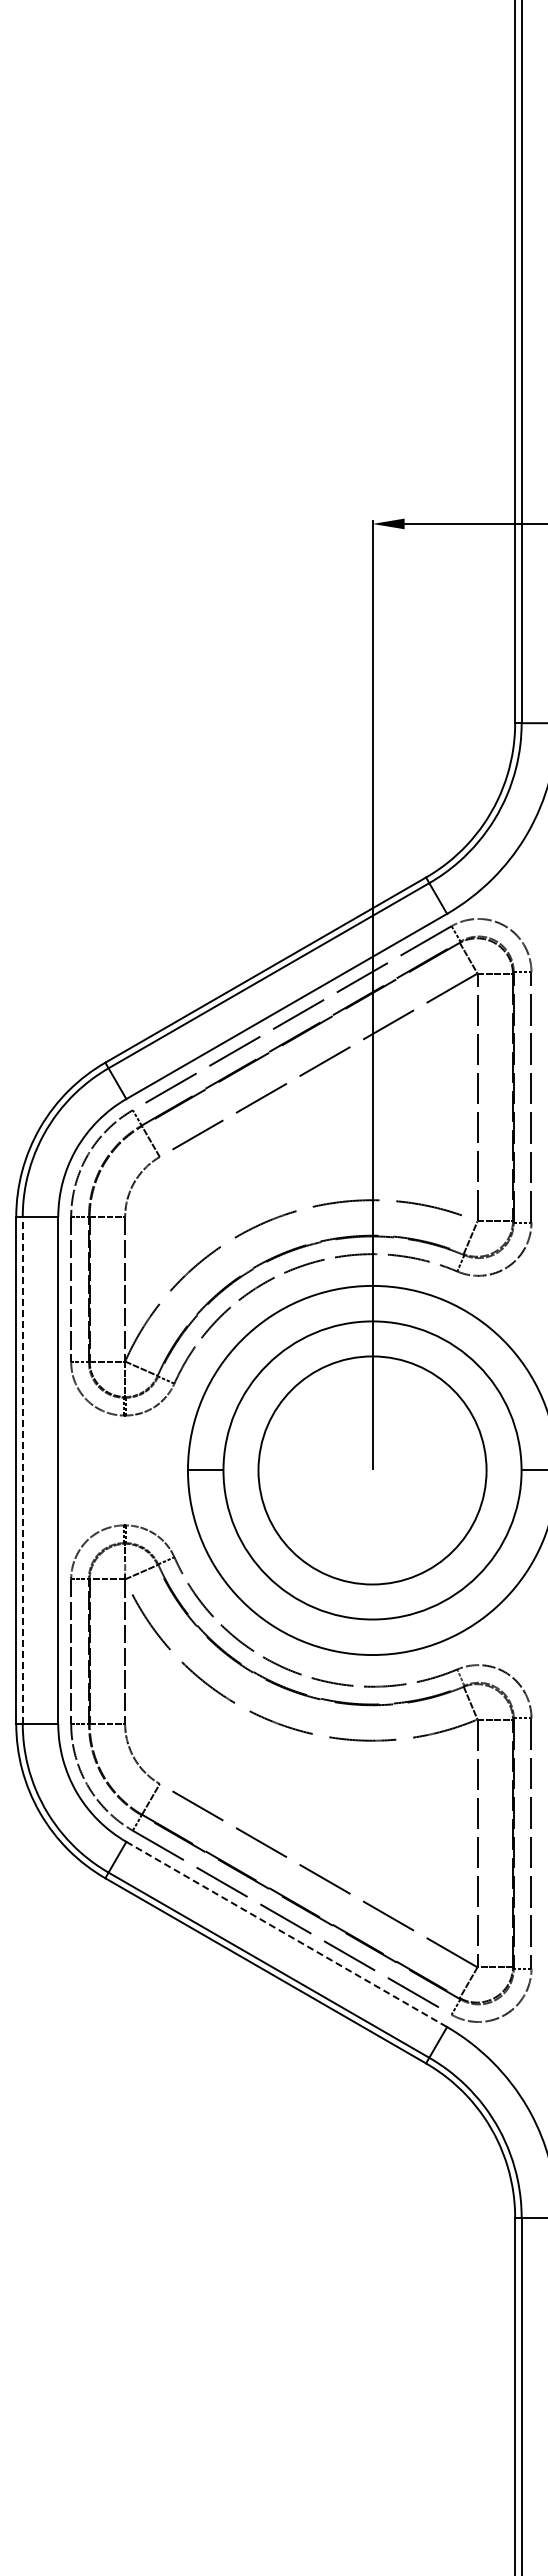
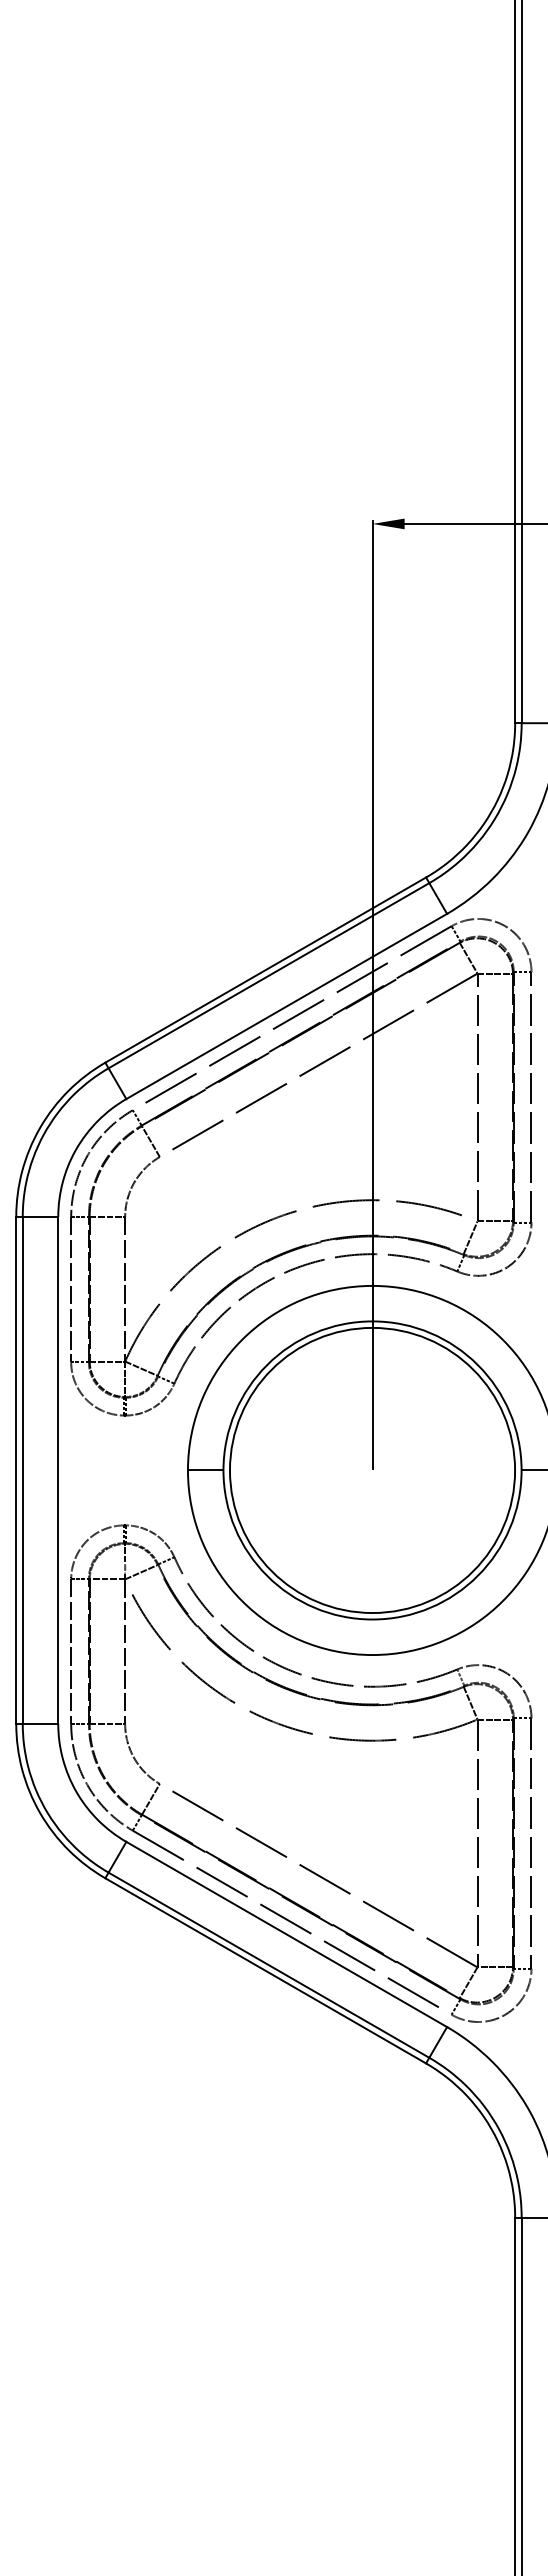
line at (22, 1469): dashed -> solid
circle at (372, 1470) diameter: 228 px -> 285 px
line at (287, 1934): dashed -> solid
